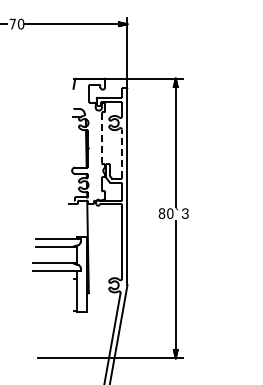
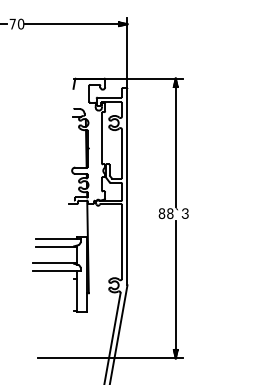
line at (102, 138): dashed -> solid
line at (122, 153): dashed -> solid
text at (170, 213): 80 -> 88
